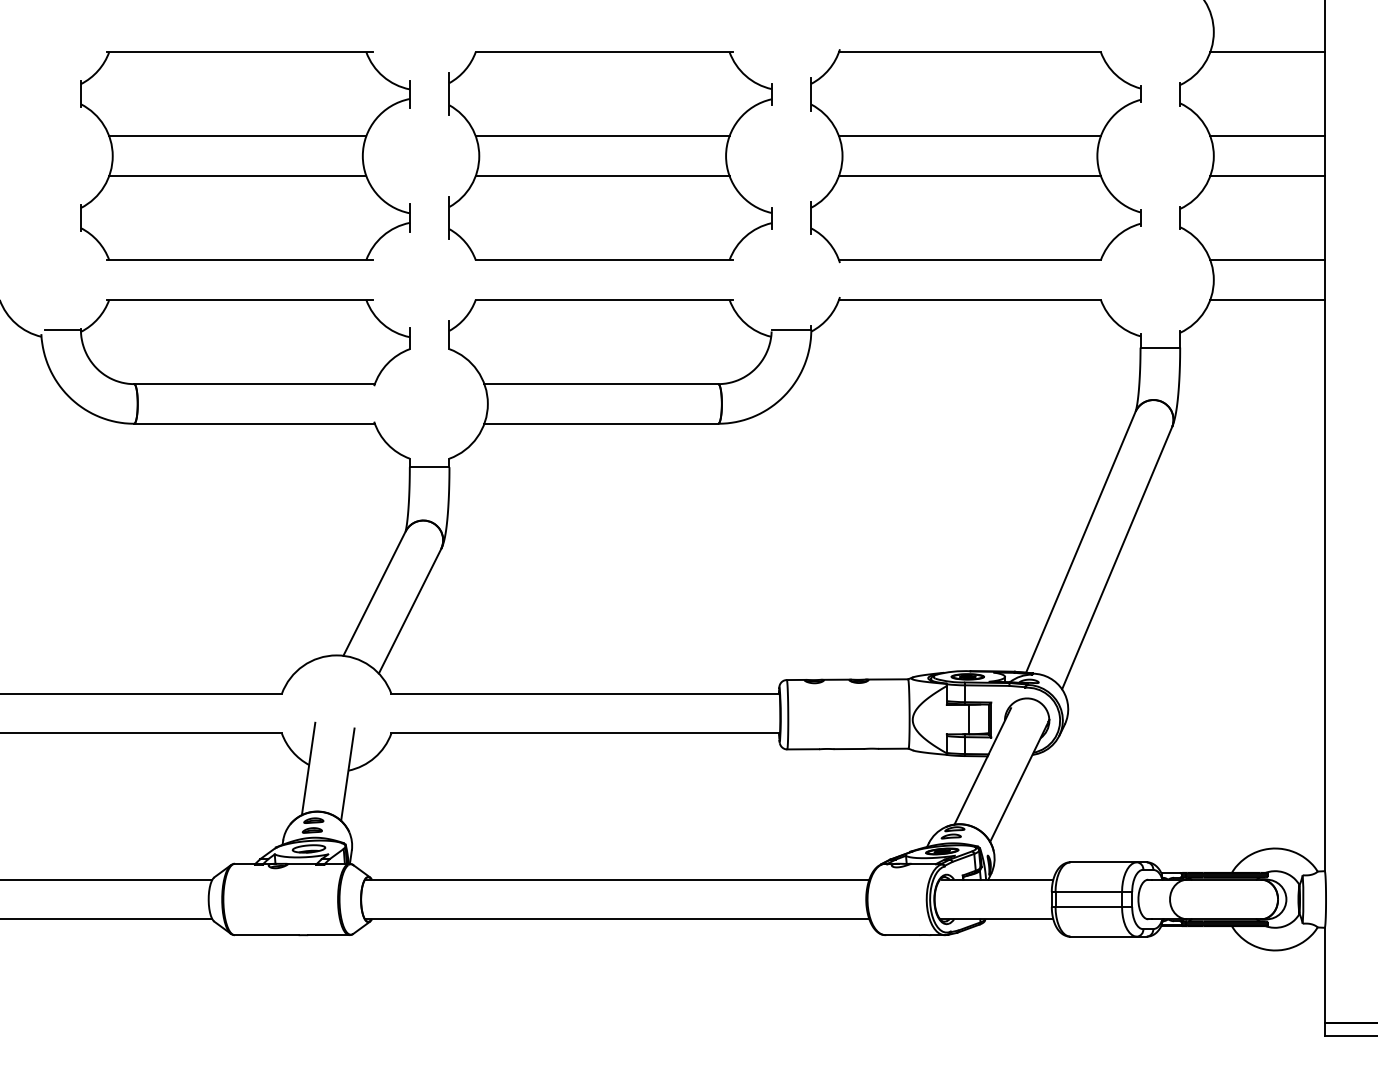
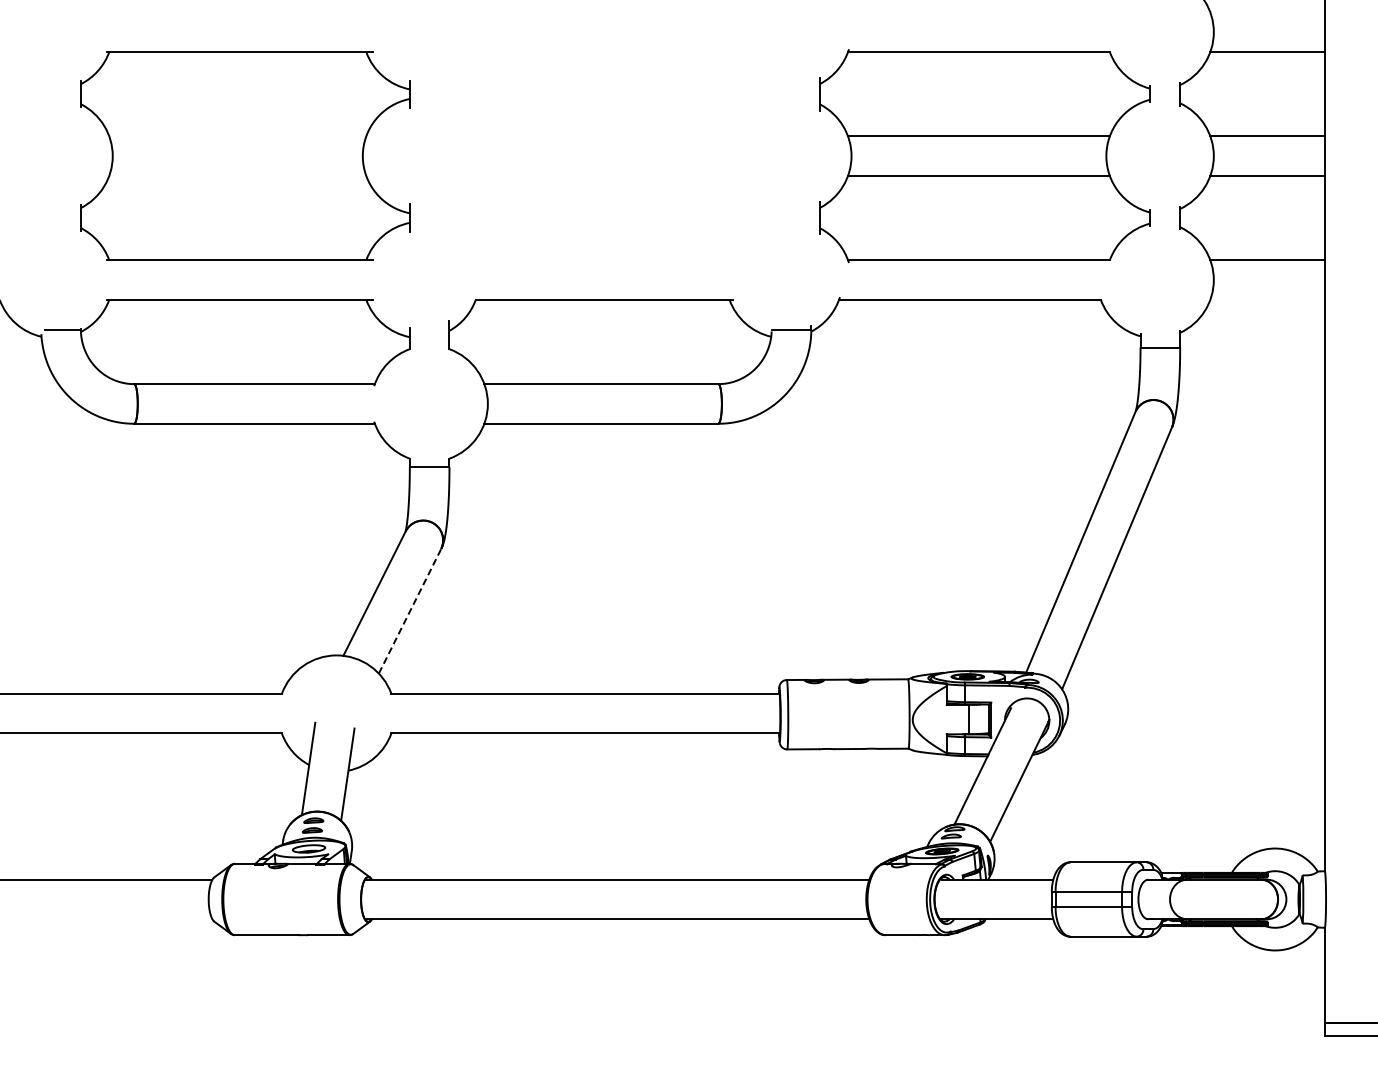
line at (237, 136): present -> none
part at (610, 155): present -> none
part at (975, 156) position: (975, 156) -> (984, 156)
line at (237, 175): present -> none
line at (1267, 299): present -> none
line at (410, 611): solid -> dashed
line at (107, 919): present -> none
